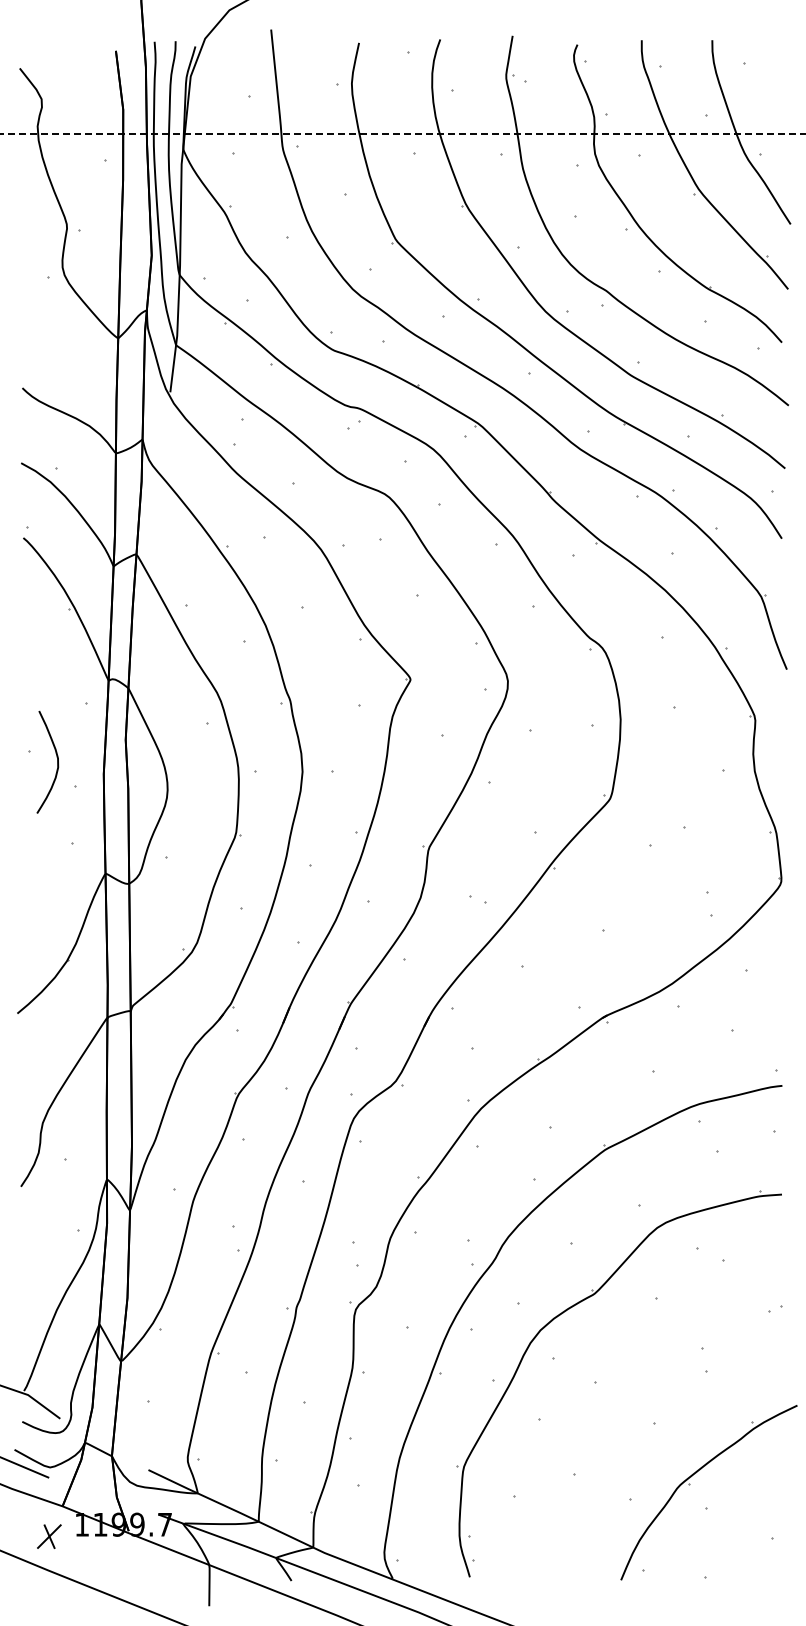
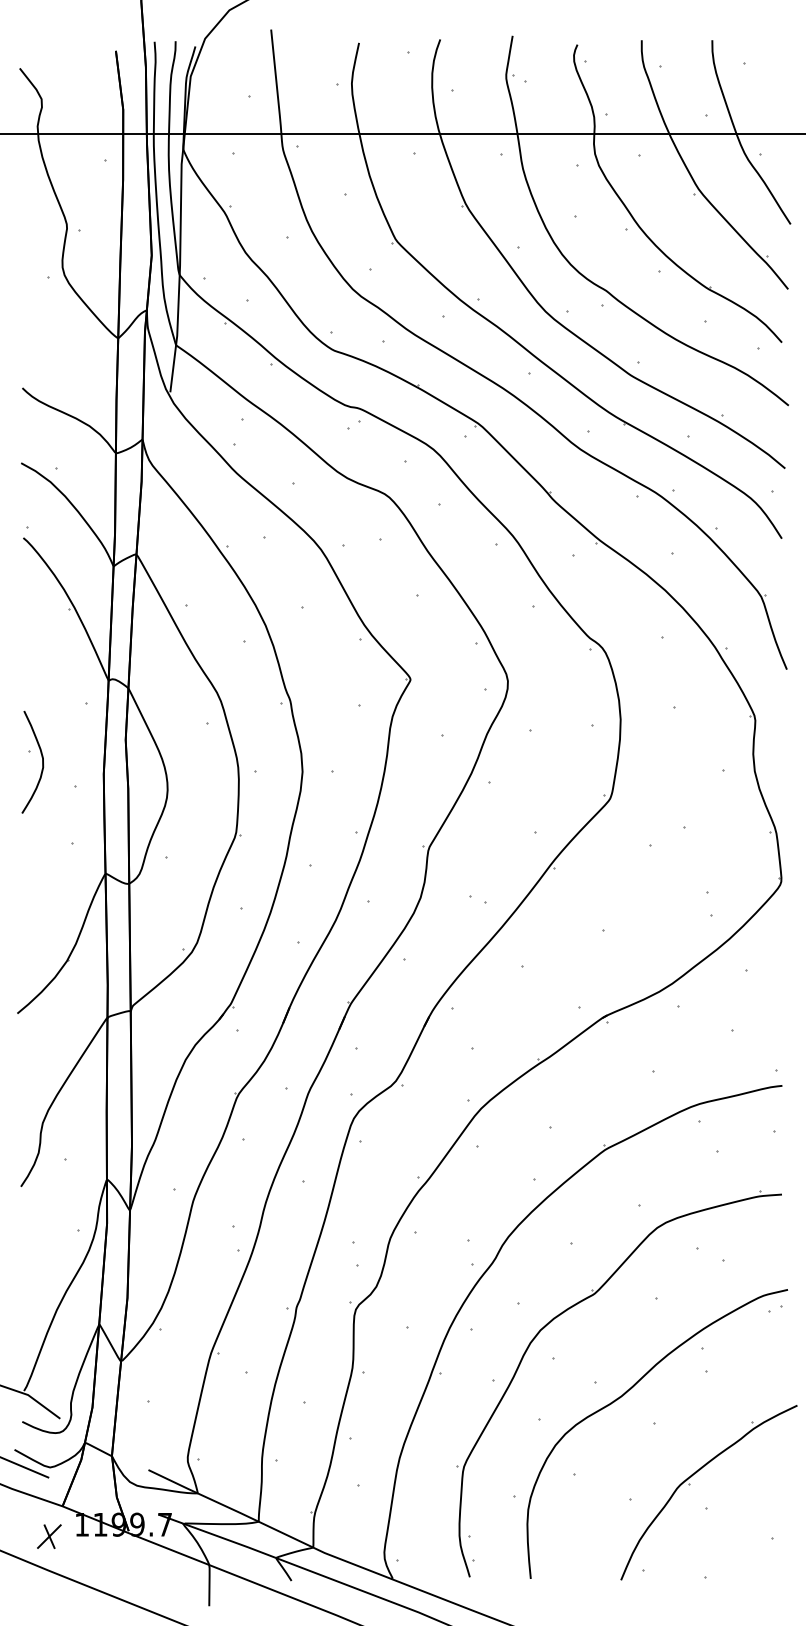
line at (403, 134): dashed -> solid
curve at (56, 757) position: (56, 757) -> (41, 757)
curve at (624, 1395): none -> present
